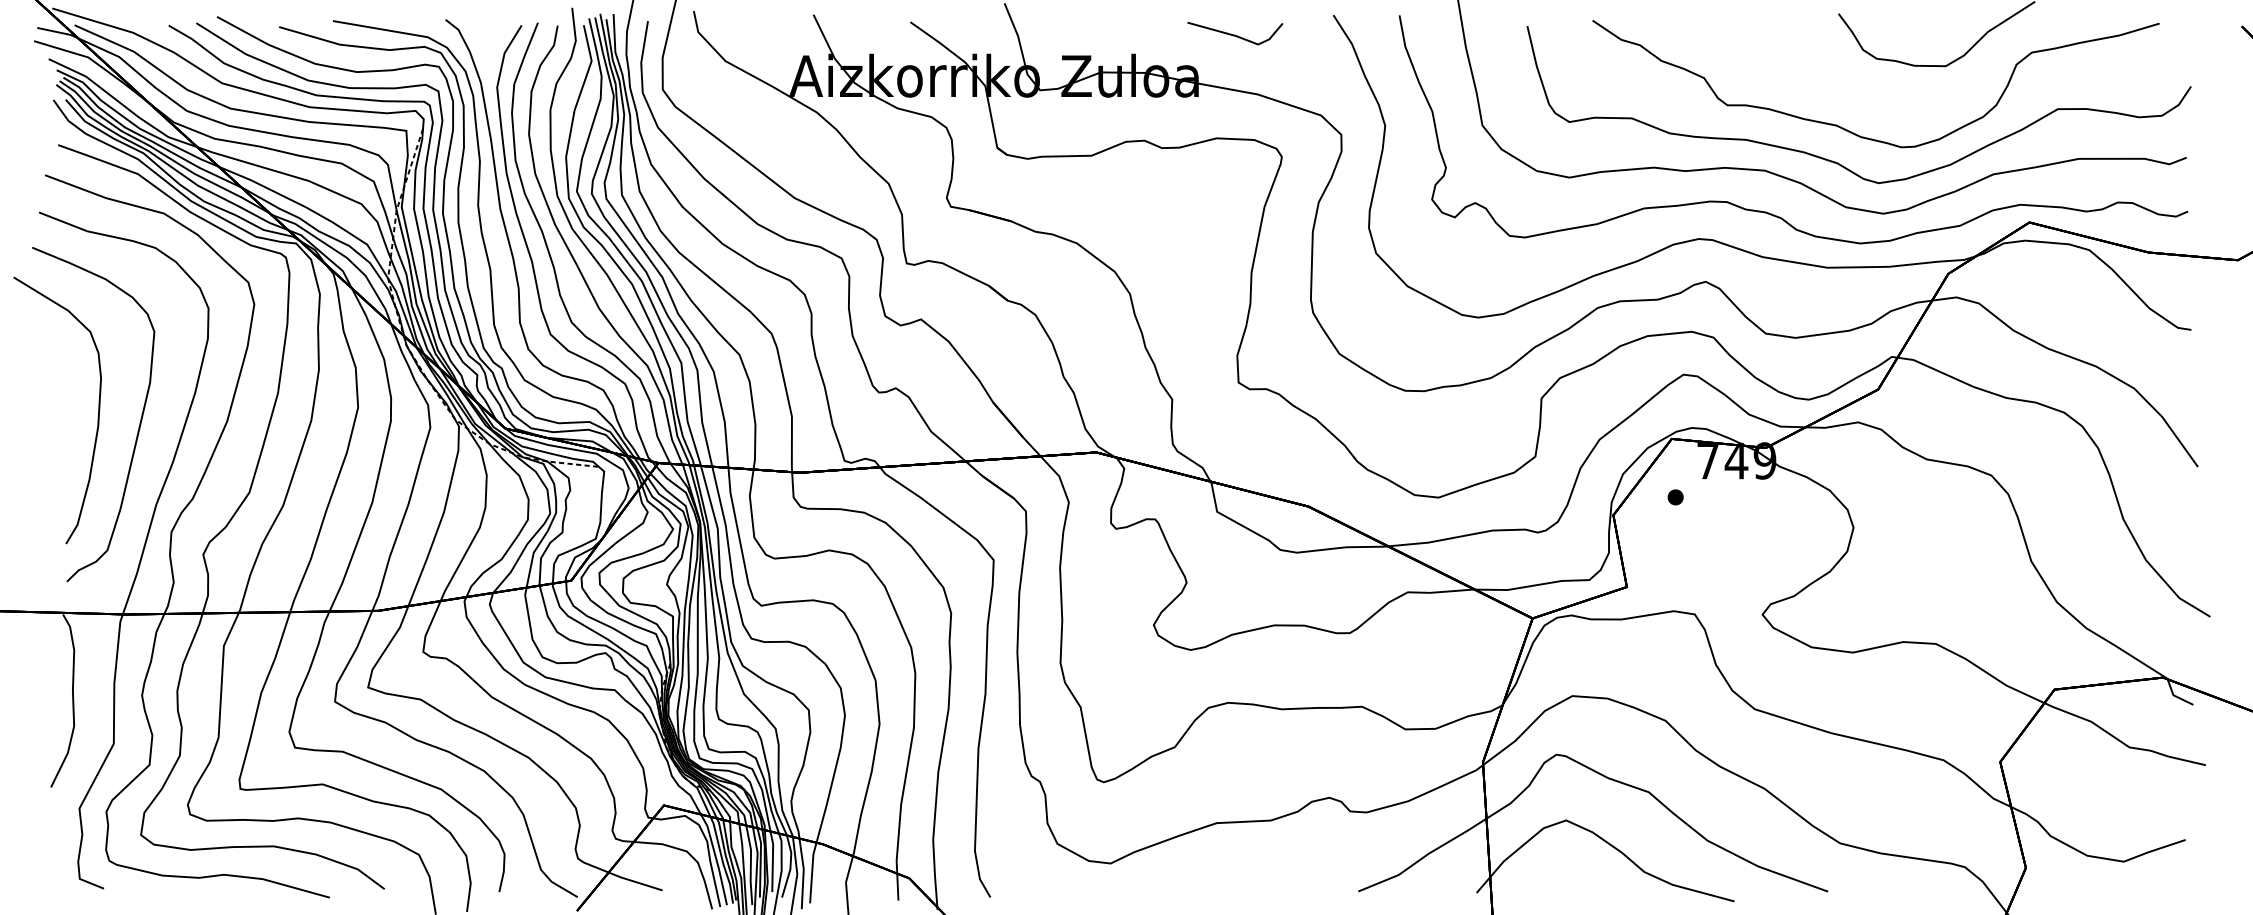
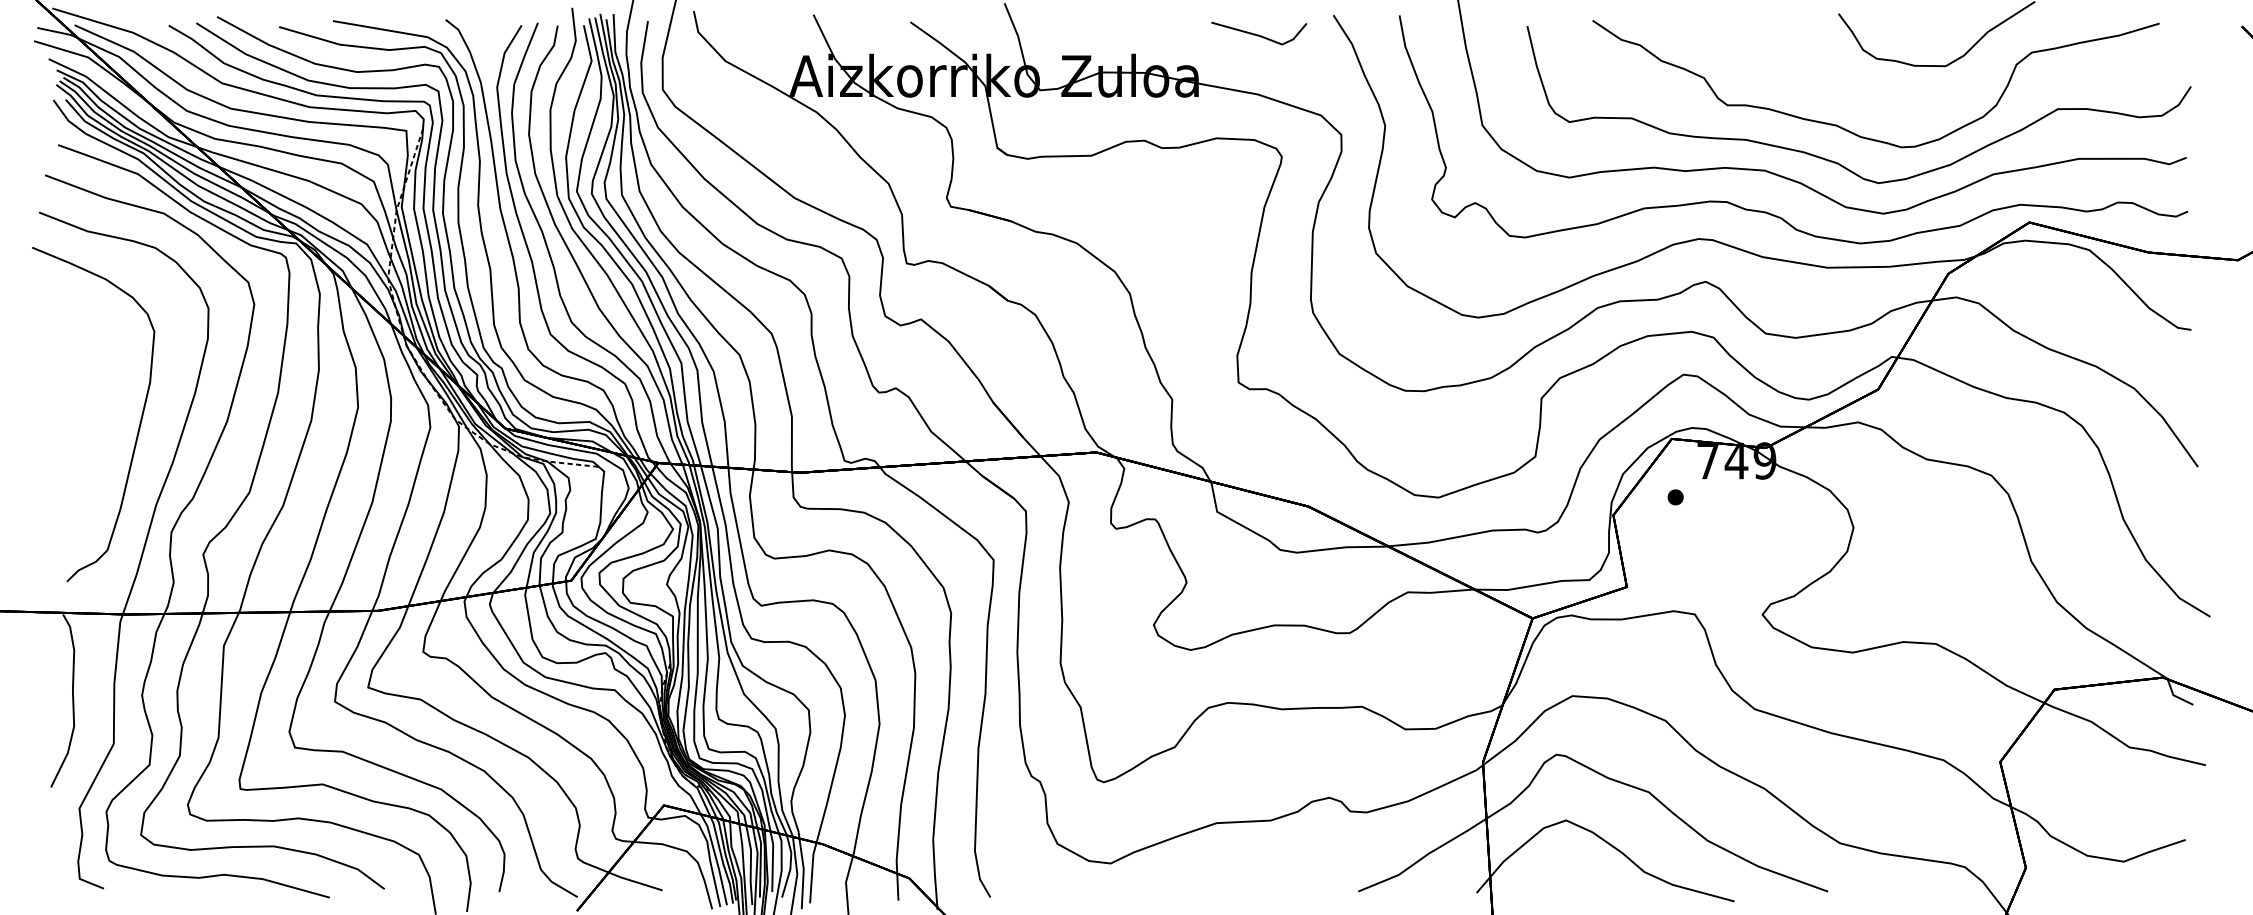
line at (1234, 34) position: (1234, 34) -> (1258, 34)
curve at (97, 416): present -> none
